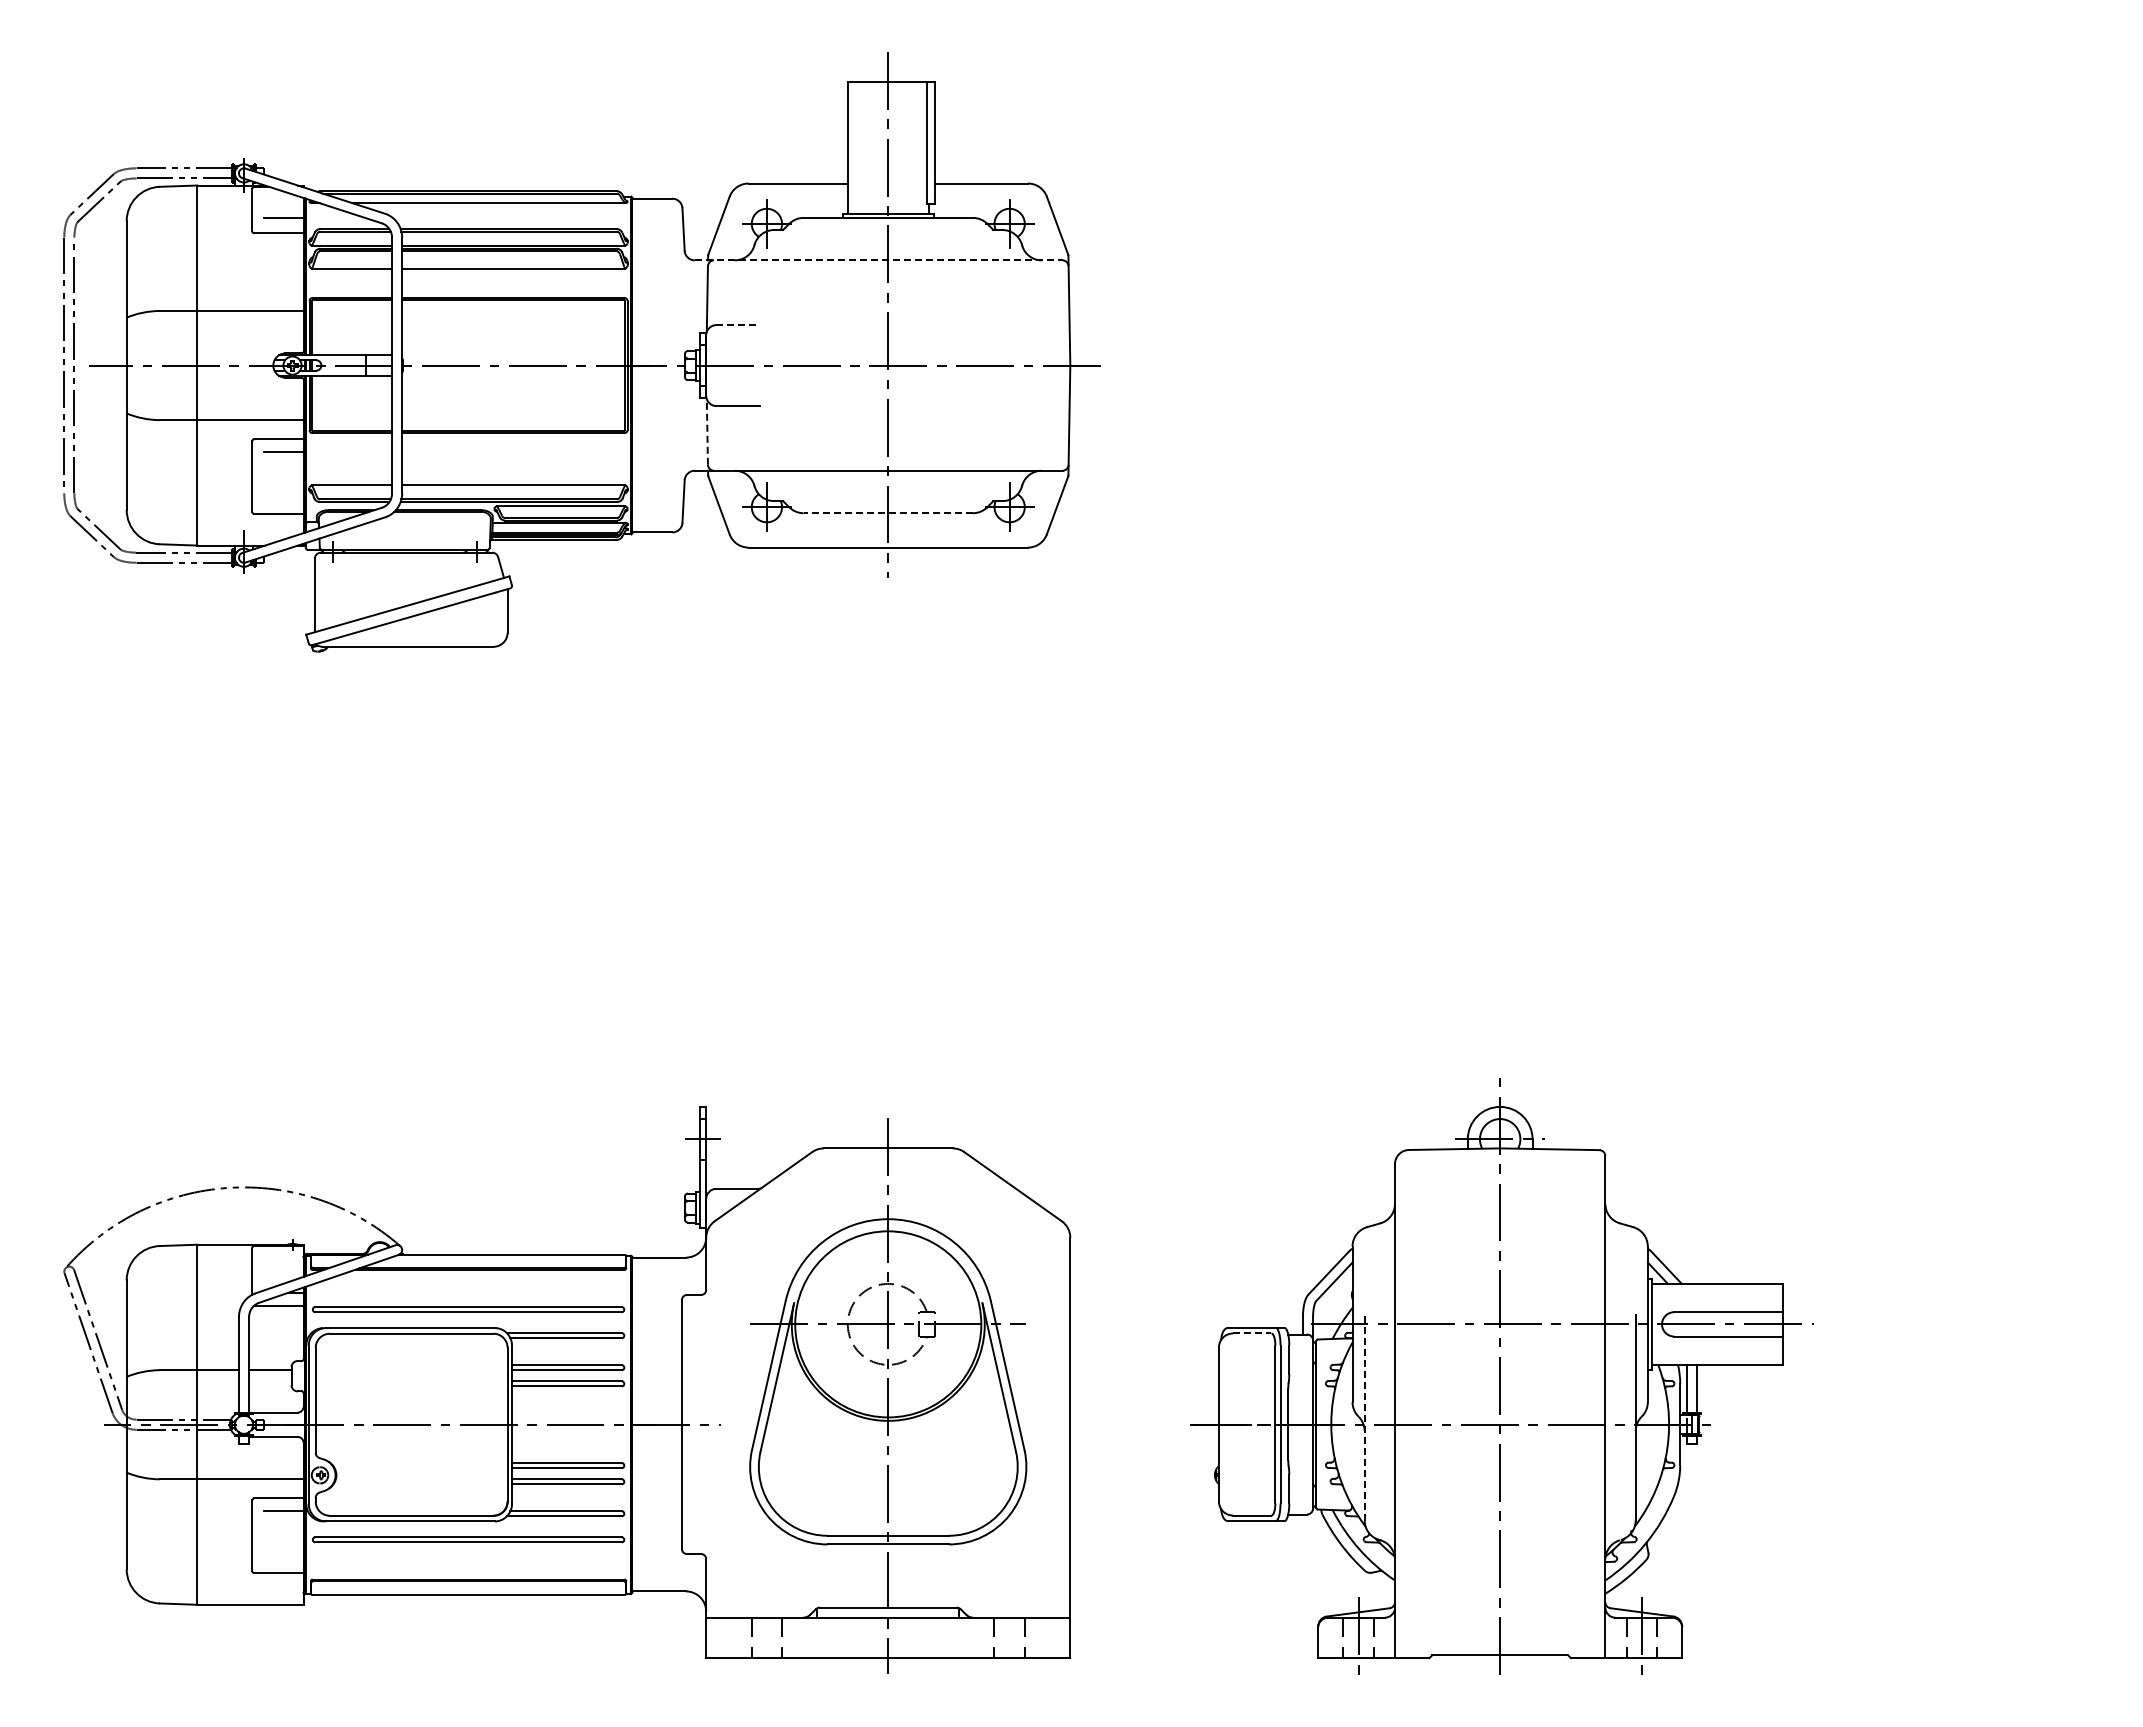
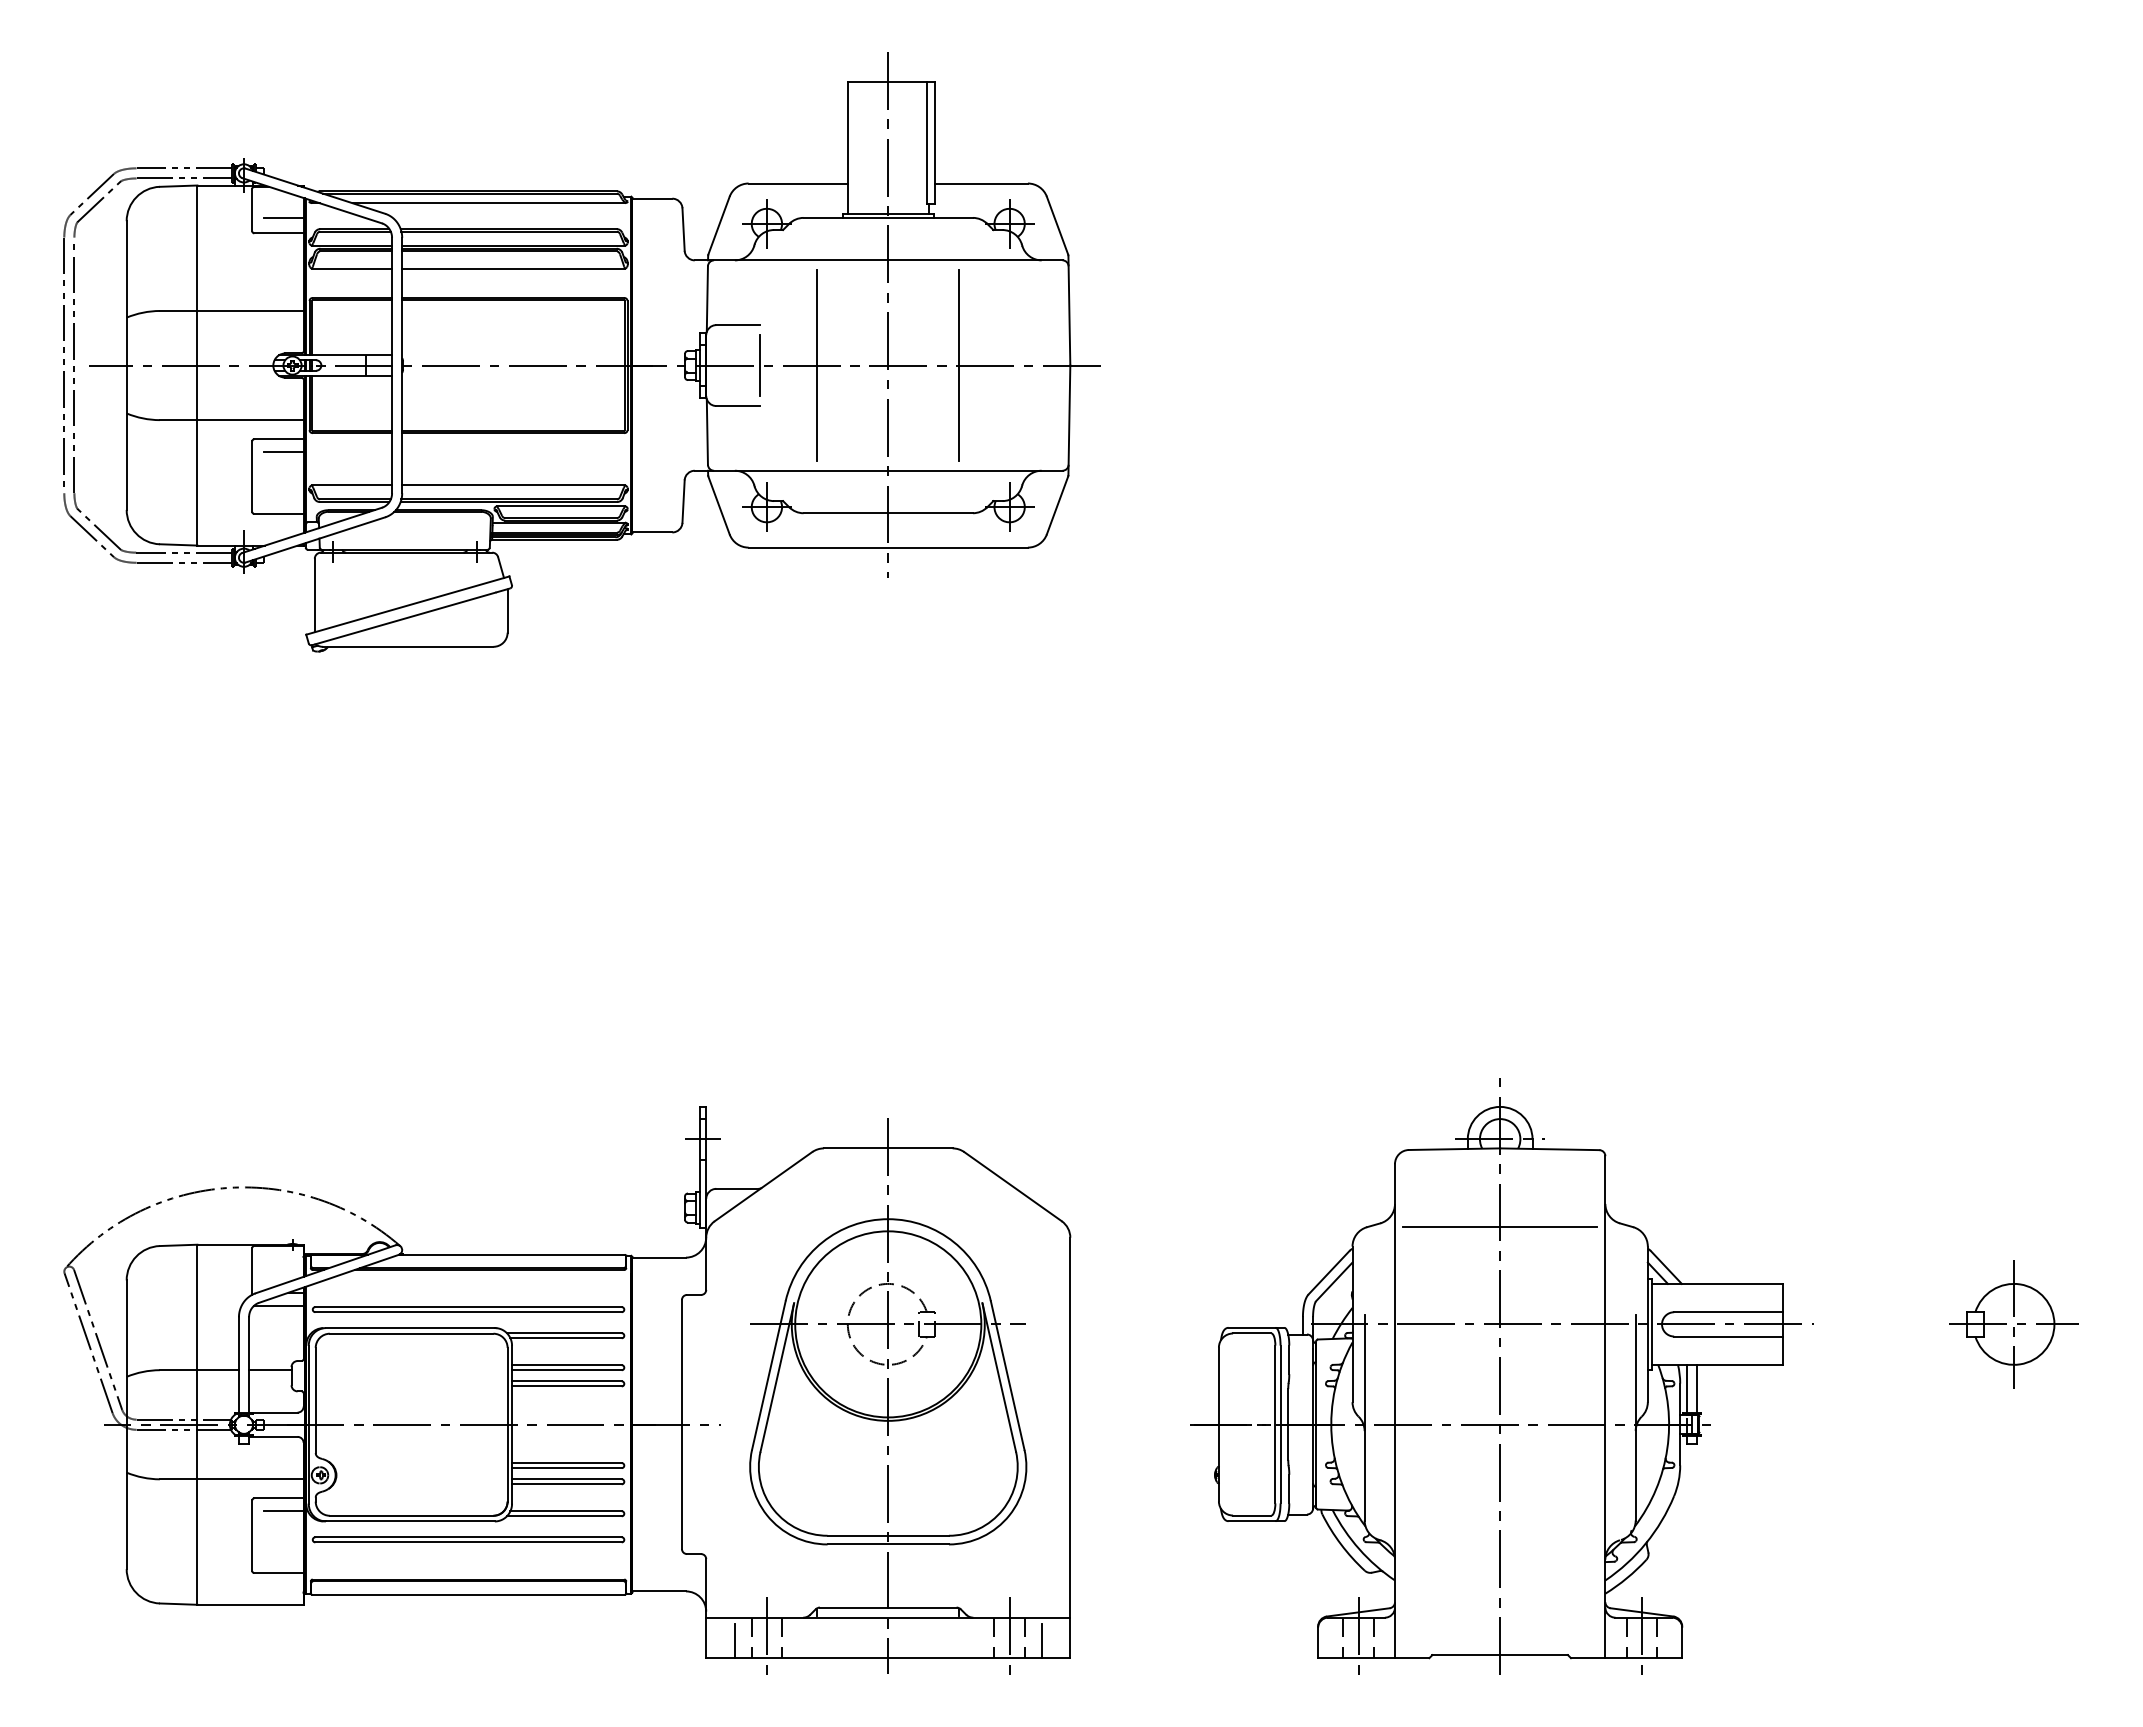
line at (878, 260): dashed -> solid
line at (738, 325): dashed -> solid
line at (760, 365): none -> present
line at (817, 365): none -> present
line at (959, 365): none -> present
line at (707, 432): dashed -> solid
line at (888, 513): dashed -> solid
line at (1500, 1227): none -> present
part at (2013, 1324): none -> present
line at (1252, 1333): dashed -> solid
line at (1364, 1417): dashed -> solid
line at (766, 1637): none -> present
line at (1009, 1637): none -> present
line at (734, 1640): none -> present
line at (1042, 1640): none -> present
